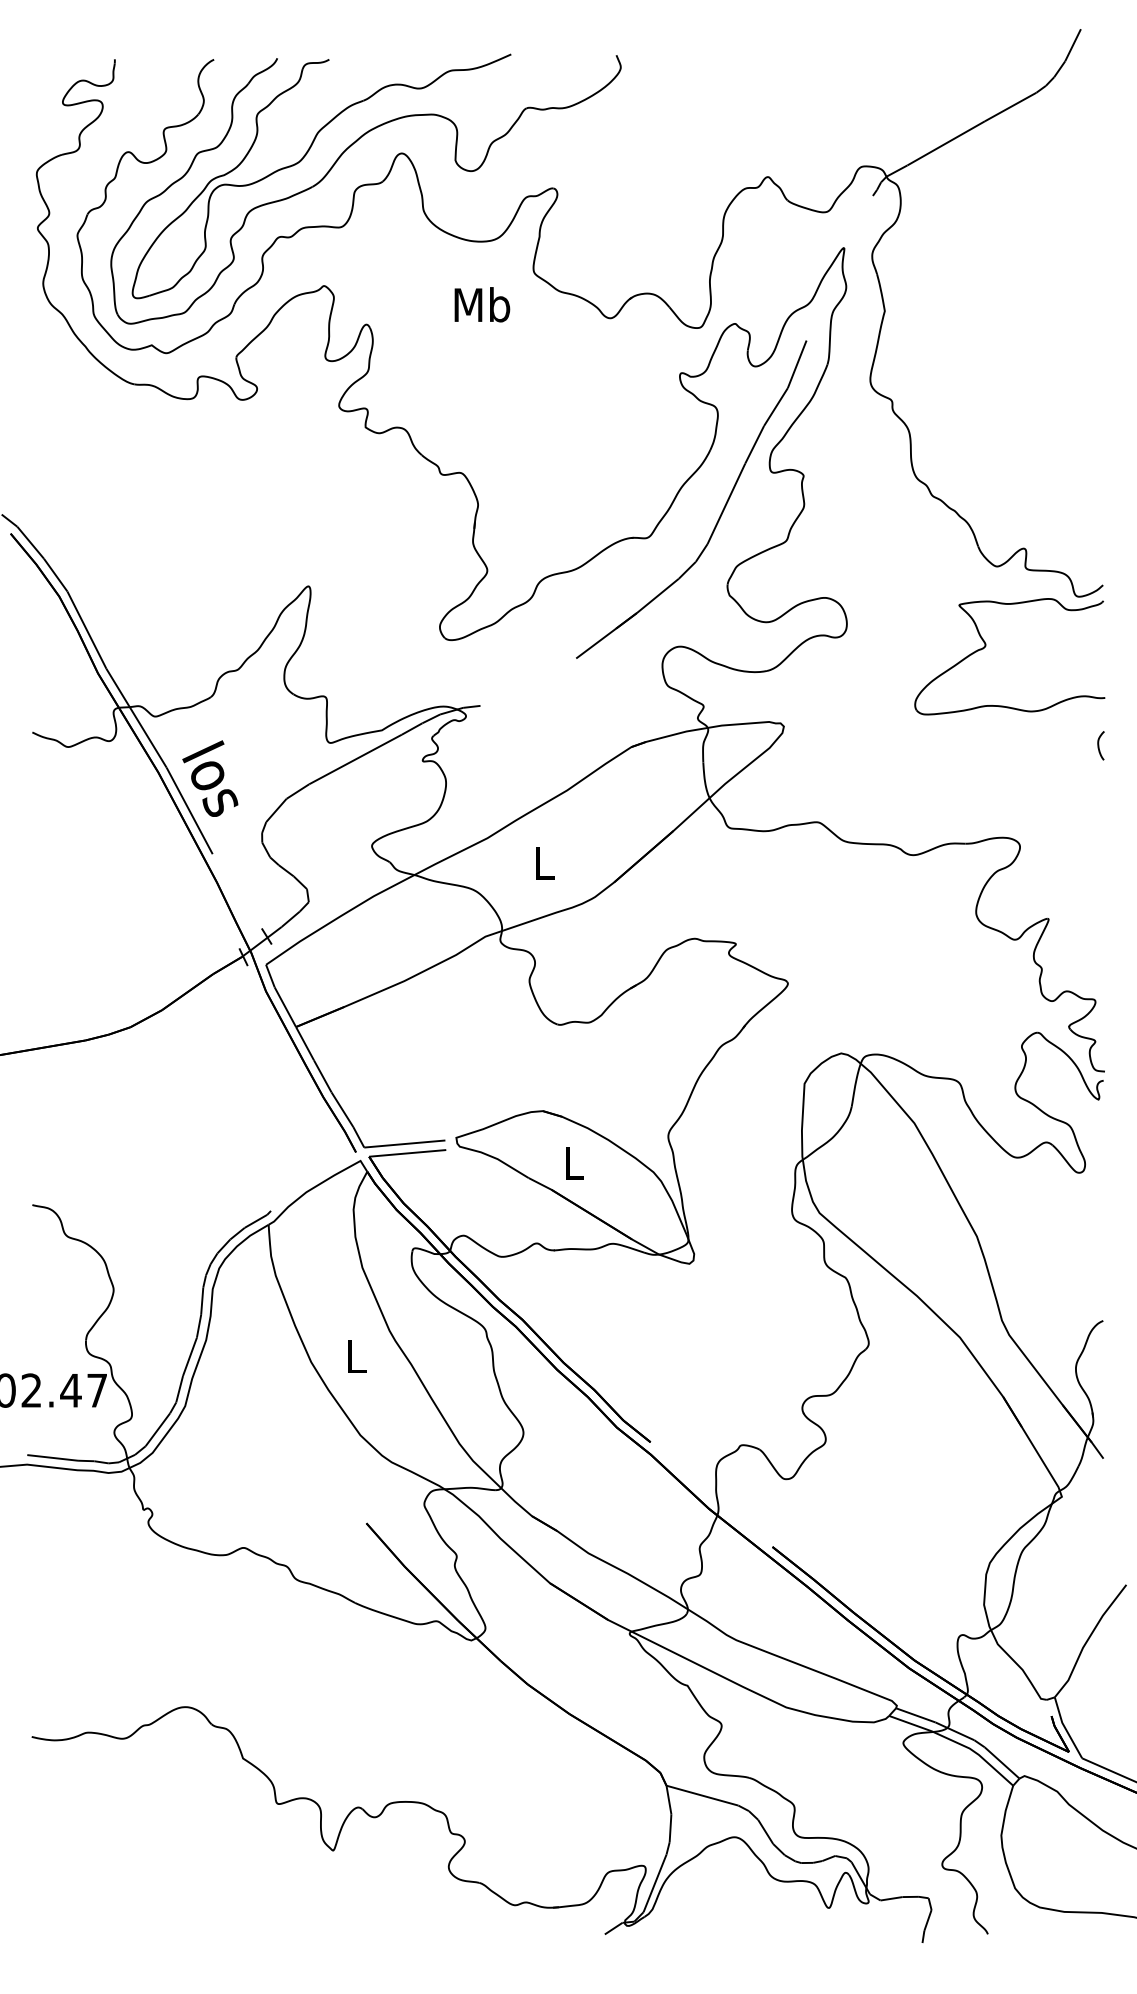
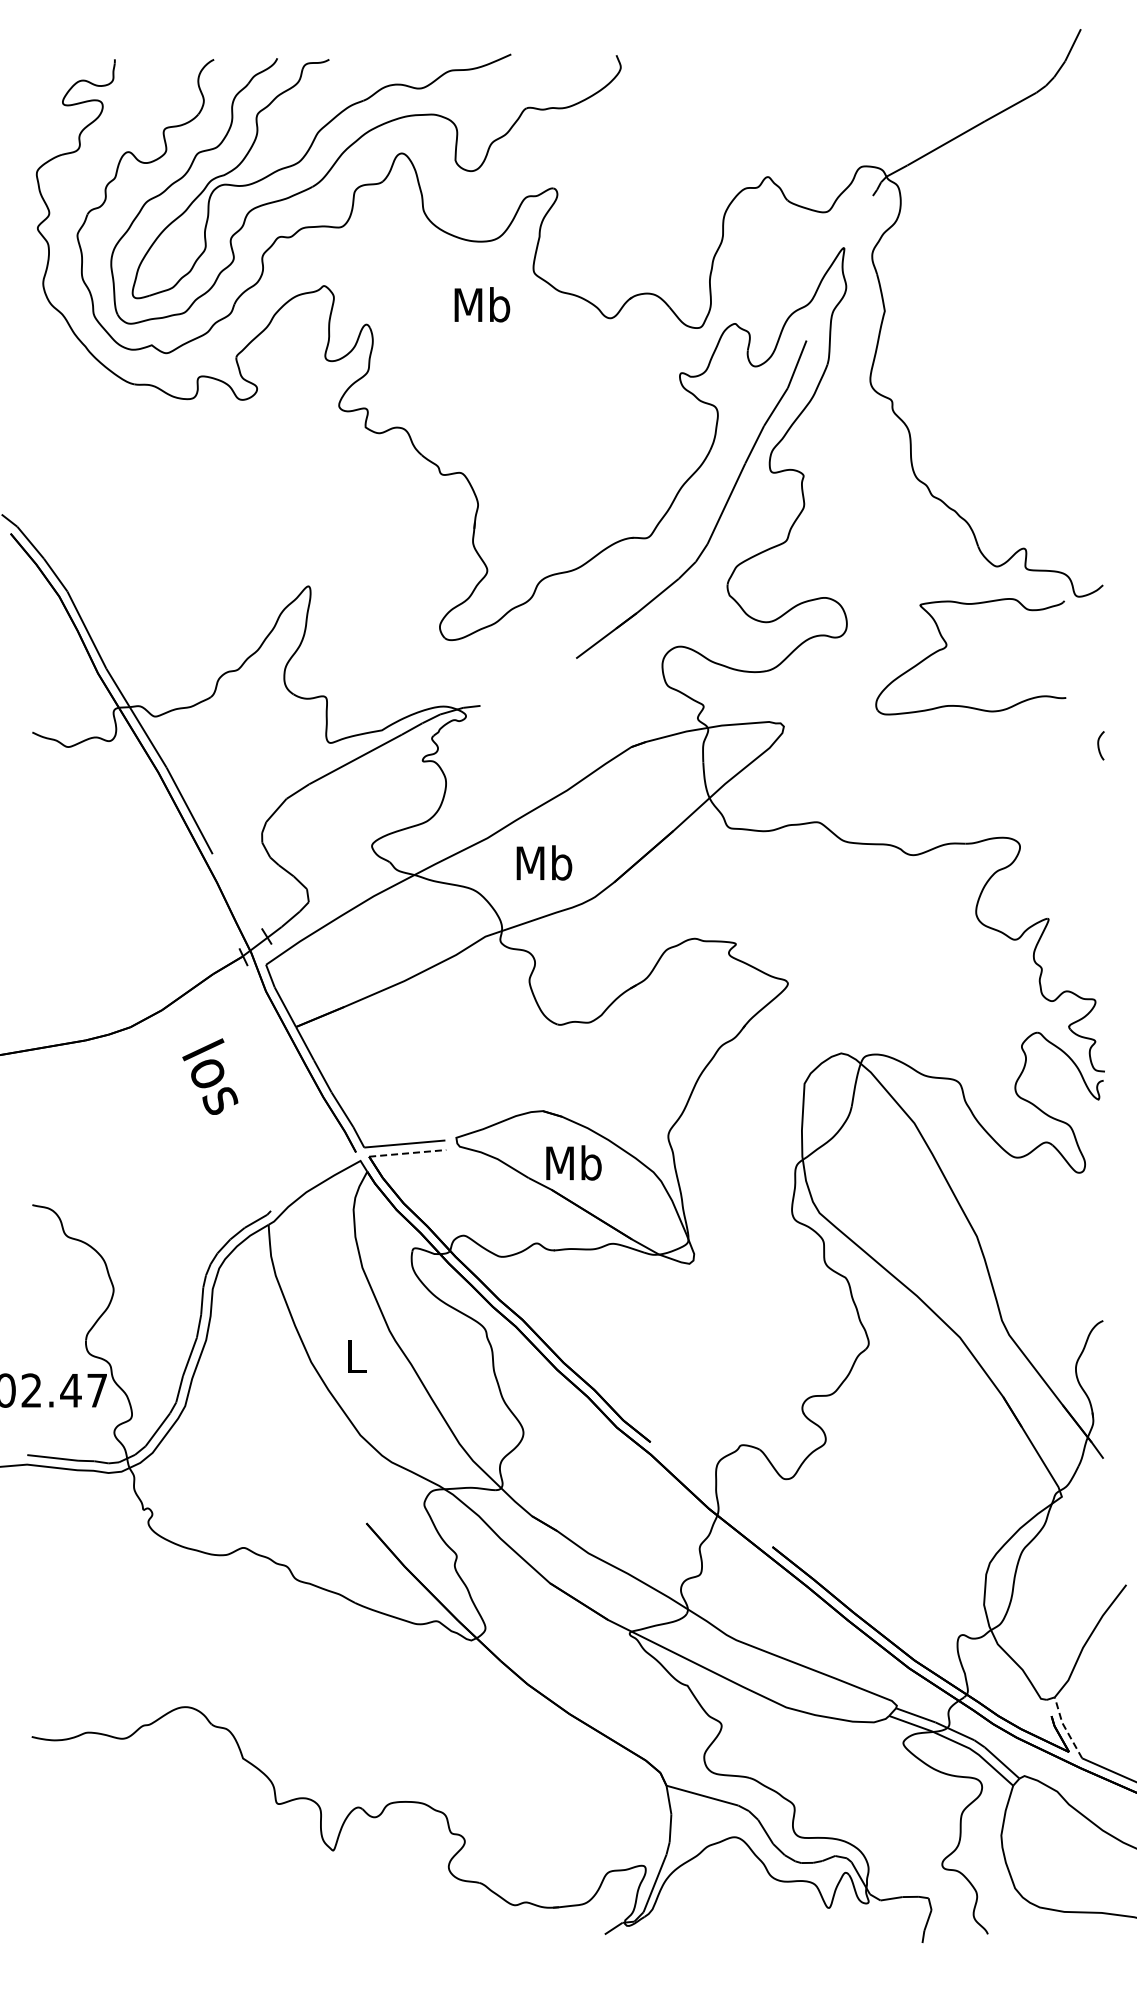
part at (986, 646) position: (986, 646) -> (947, 646)
text at (210, 778) position: (210, 778) -> (210, 1076)
text at (544, 862): L -> Mb
line at (407, 1153): solid -> dashed
text at (573, 1162): L -> Mb
line at (1065, 1728): solid -> dashed
